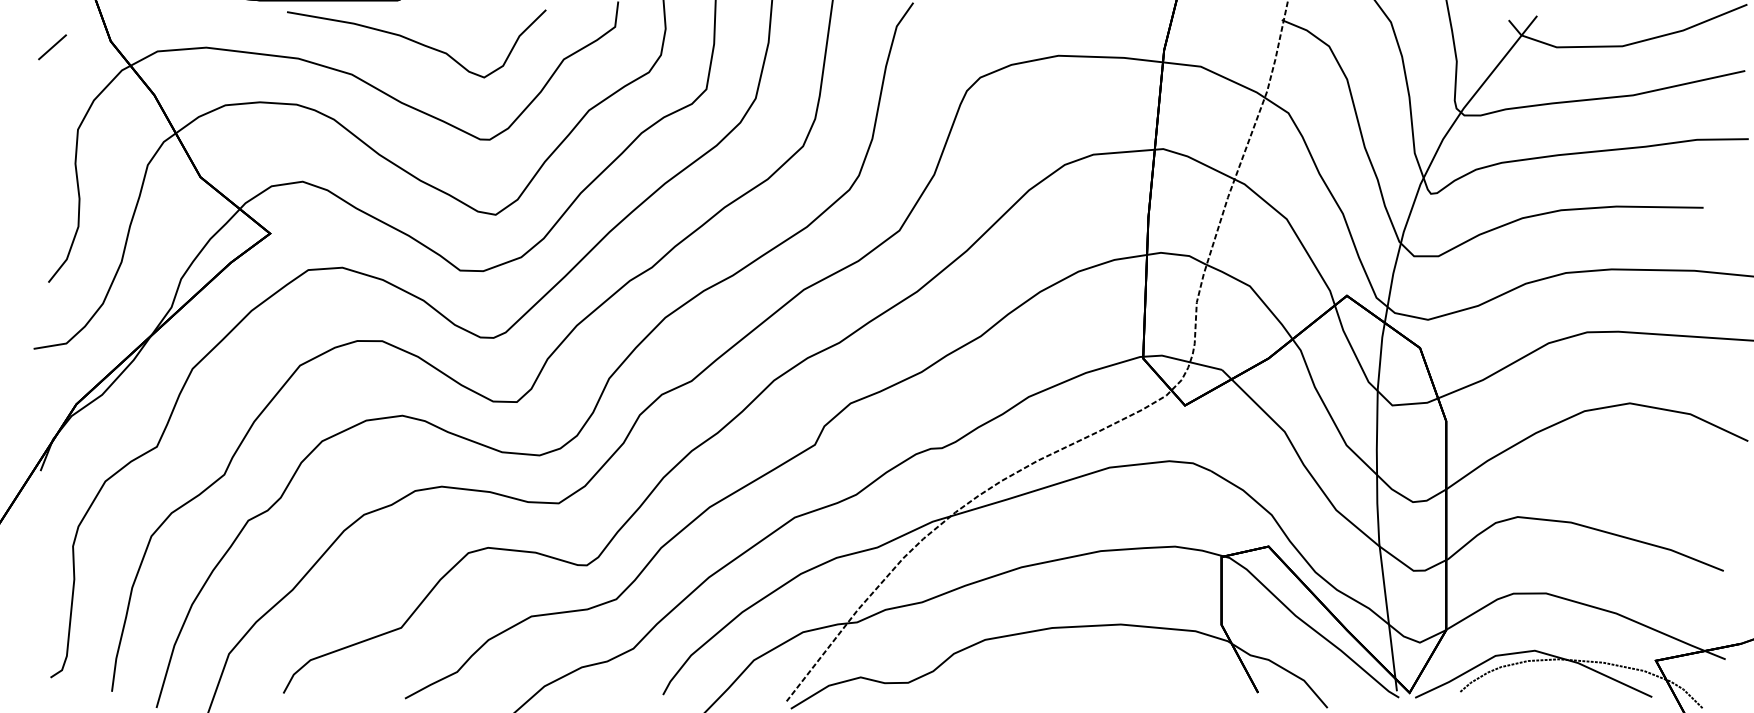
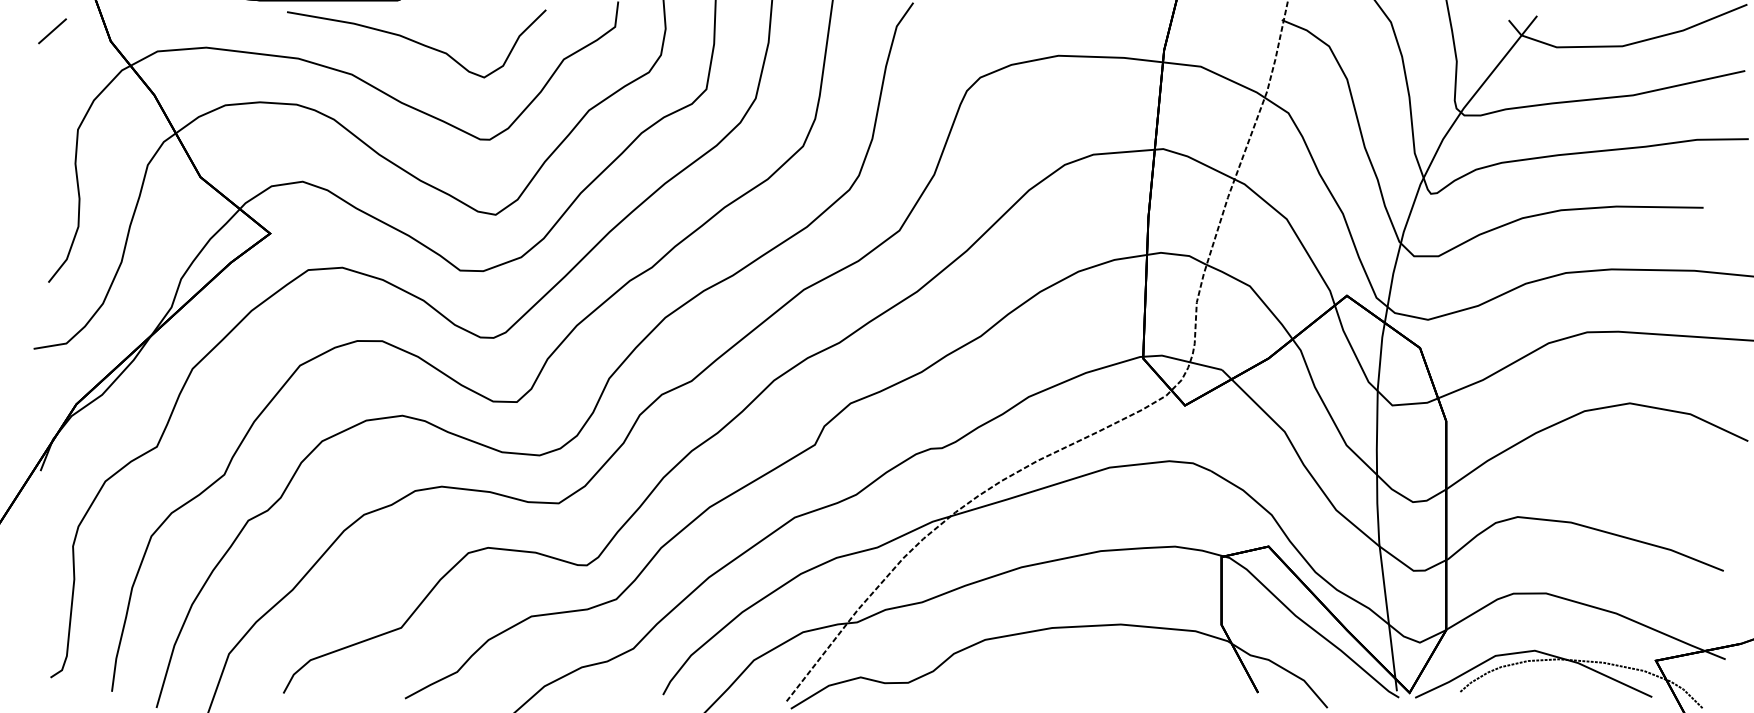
line at (52, 47) position: (52, 47) -> (52, 31)
